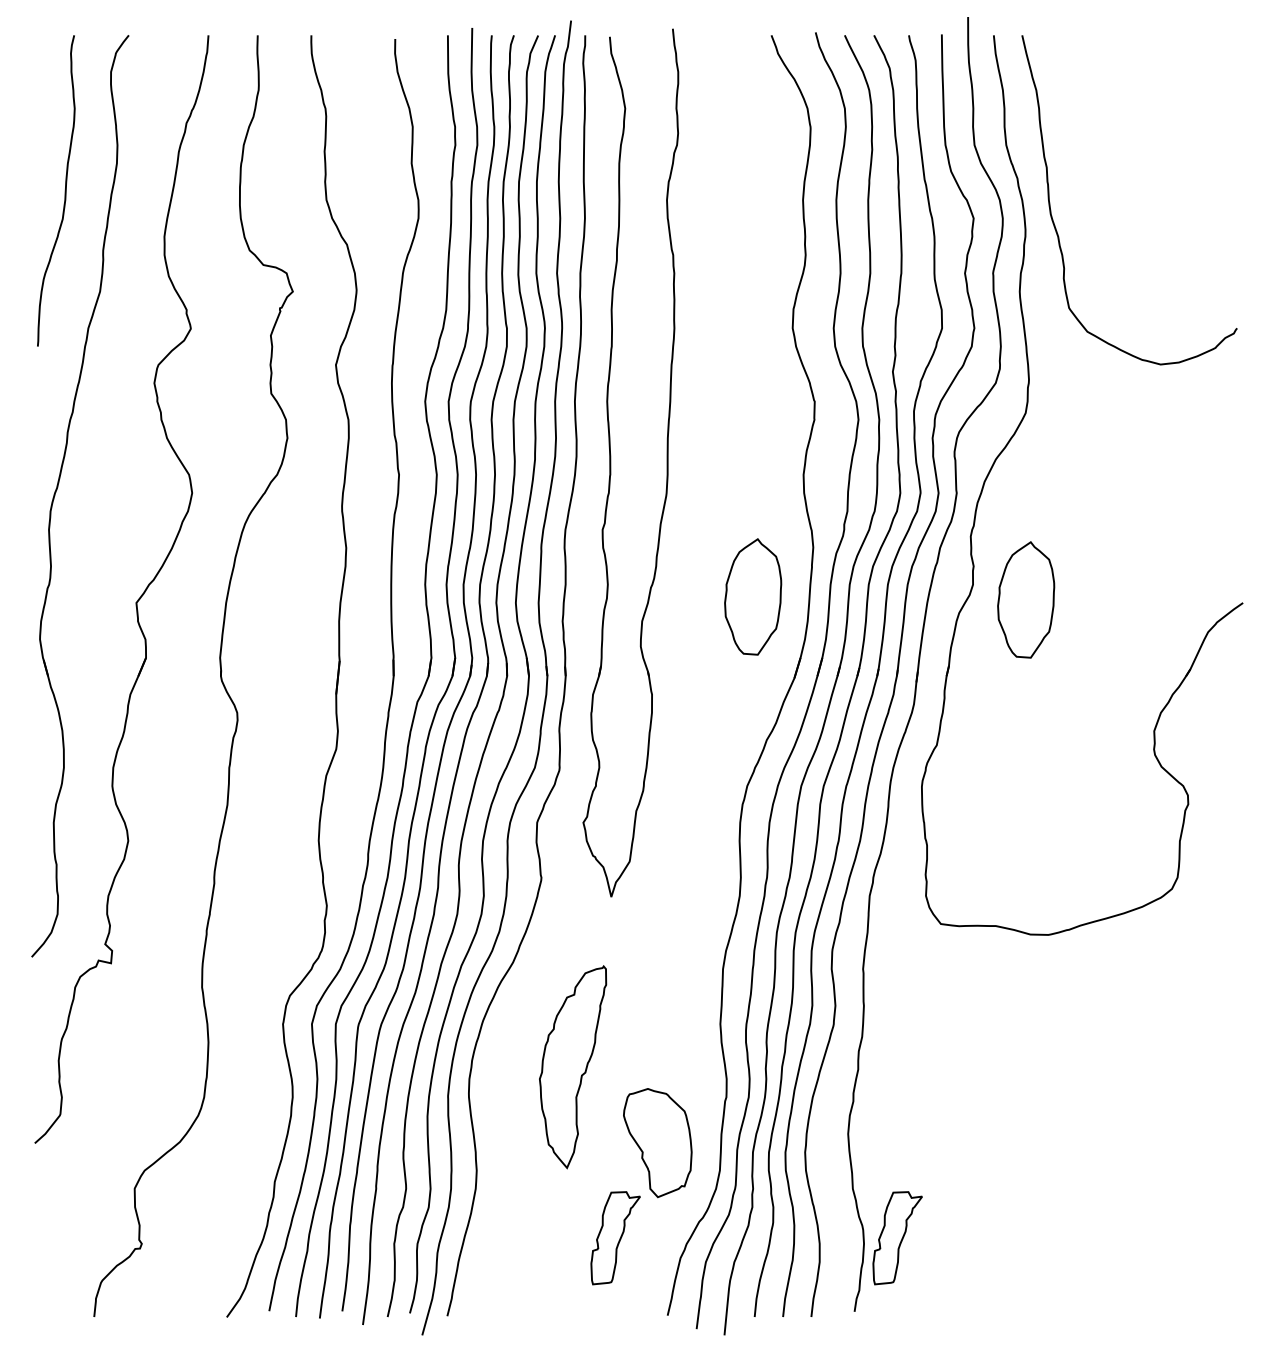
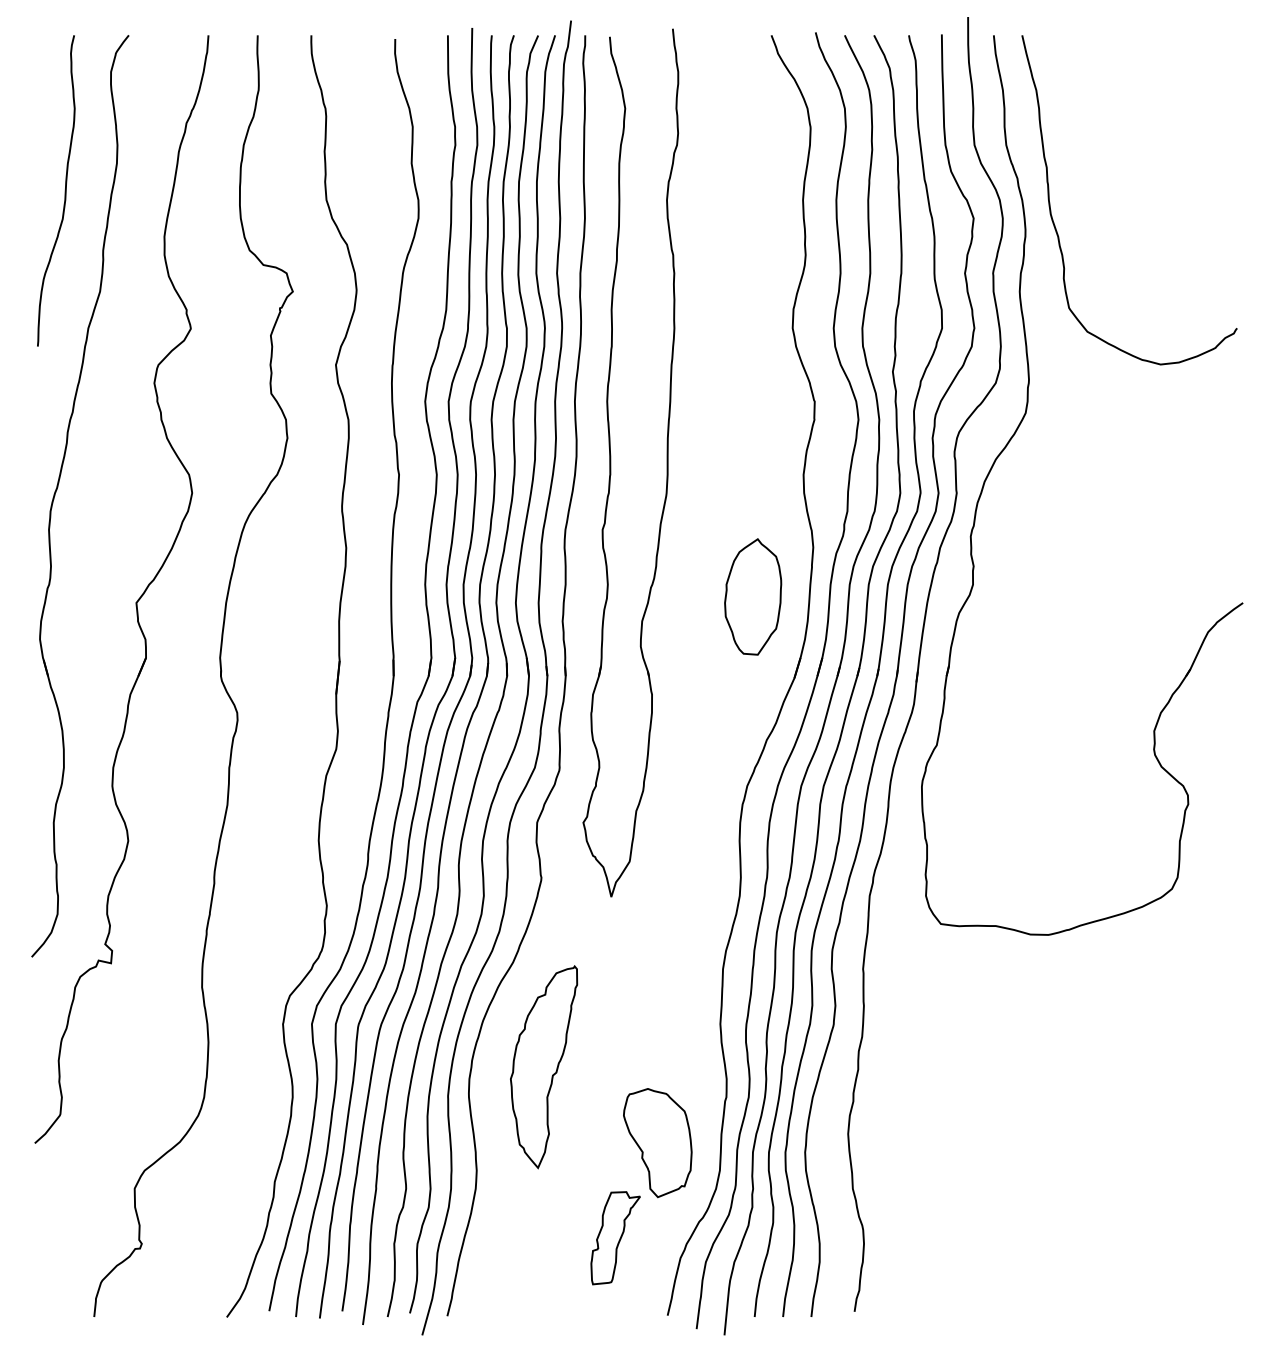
part at (1026, 599): present -> none
part at (573, 1067) position: (573, 1067) -> (544, 1067)
part at (897, 1238): present -> none
